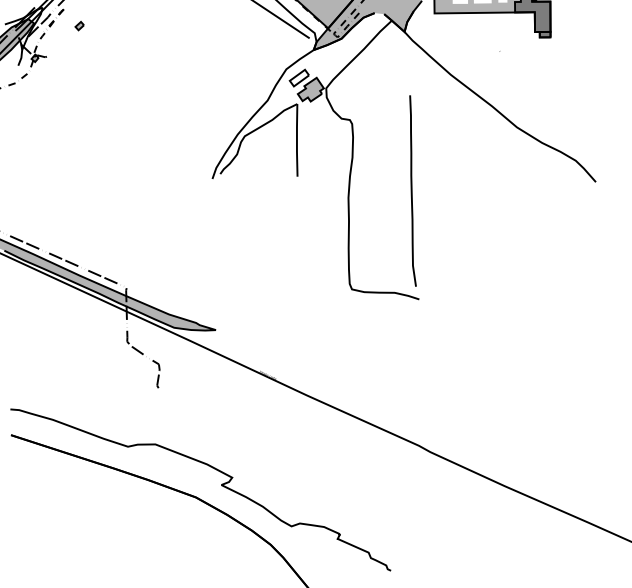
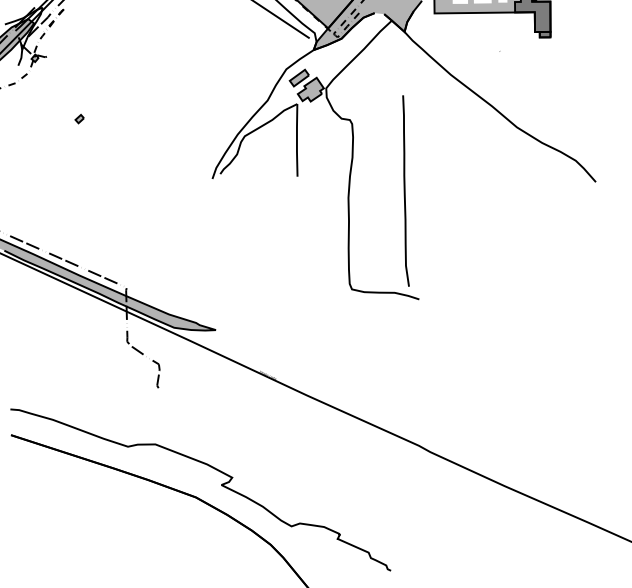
part at (79, 25) position: (79, 25) -> (79, 118)
fill at (299, 77): none -> present
curve at (412, 190) position: (412, 190) -> (405, 190)
